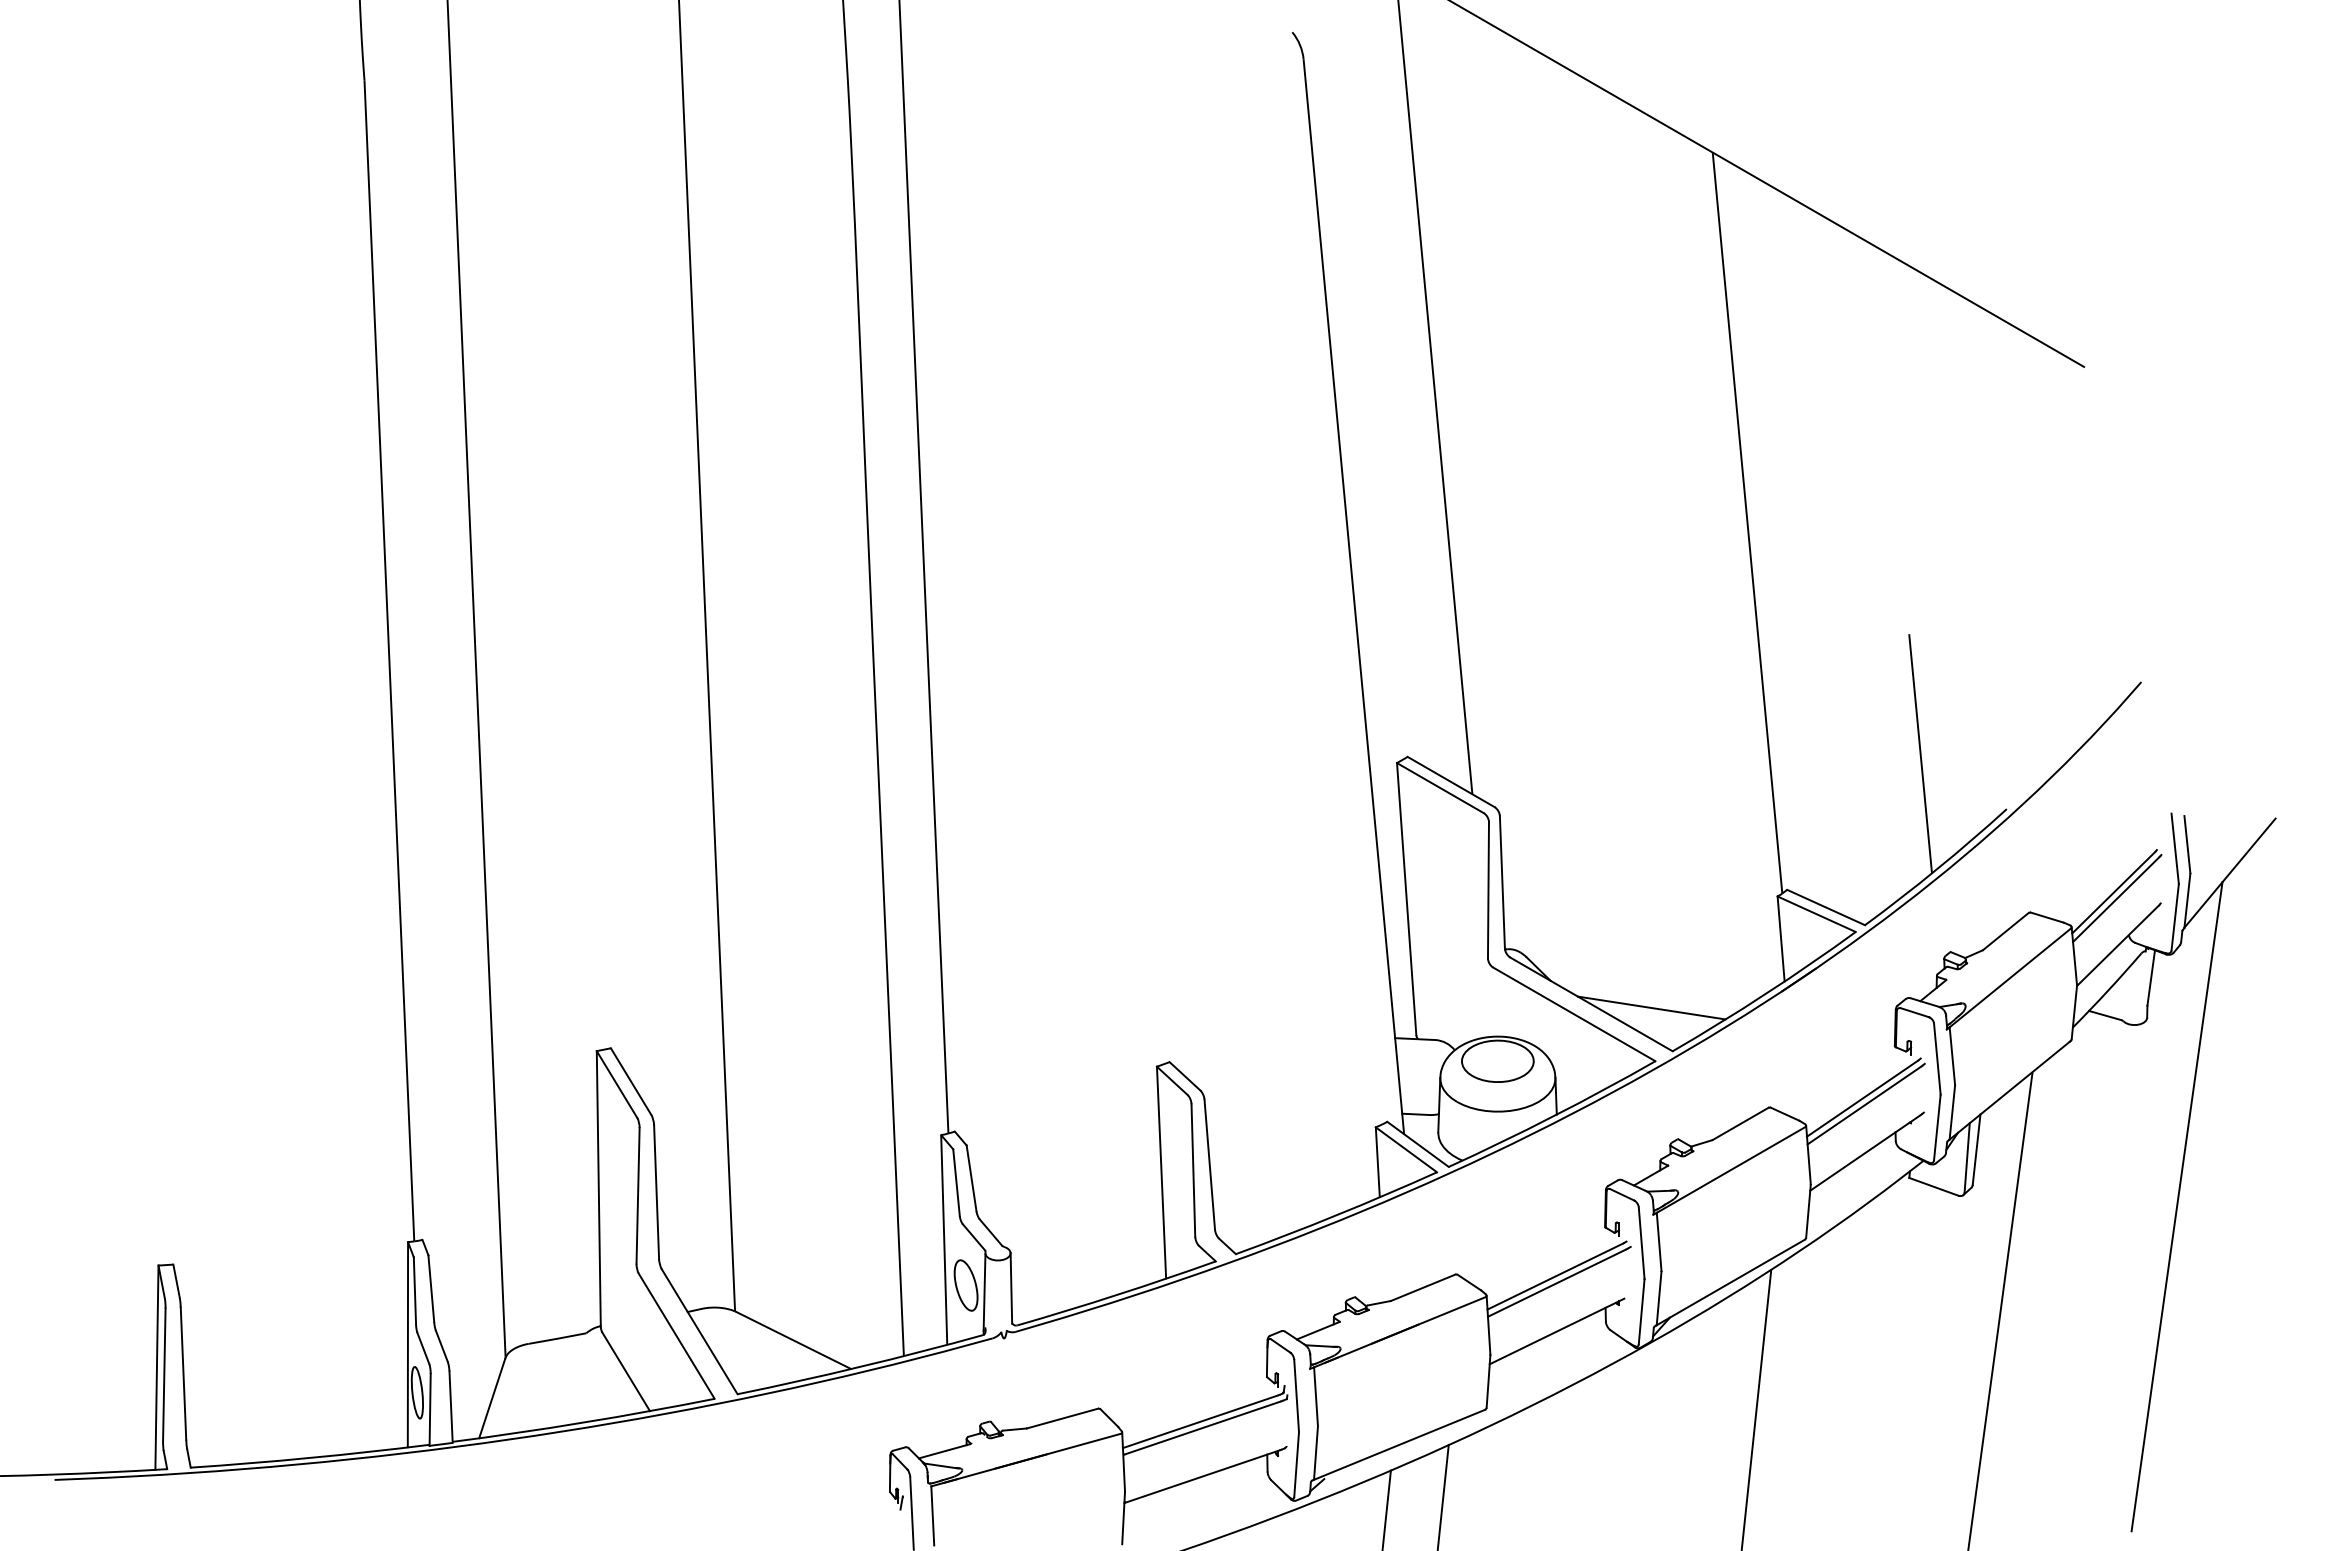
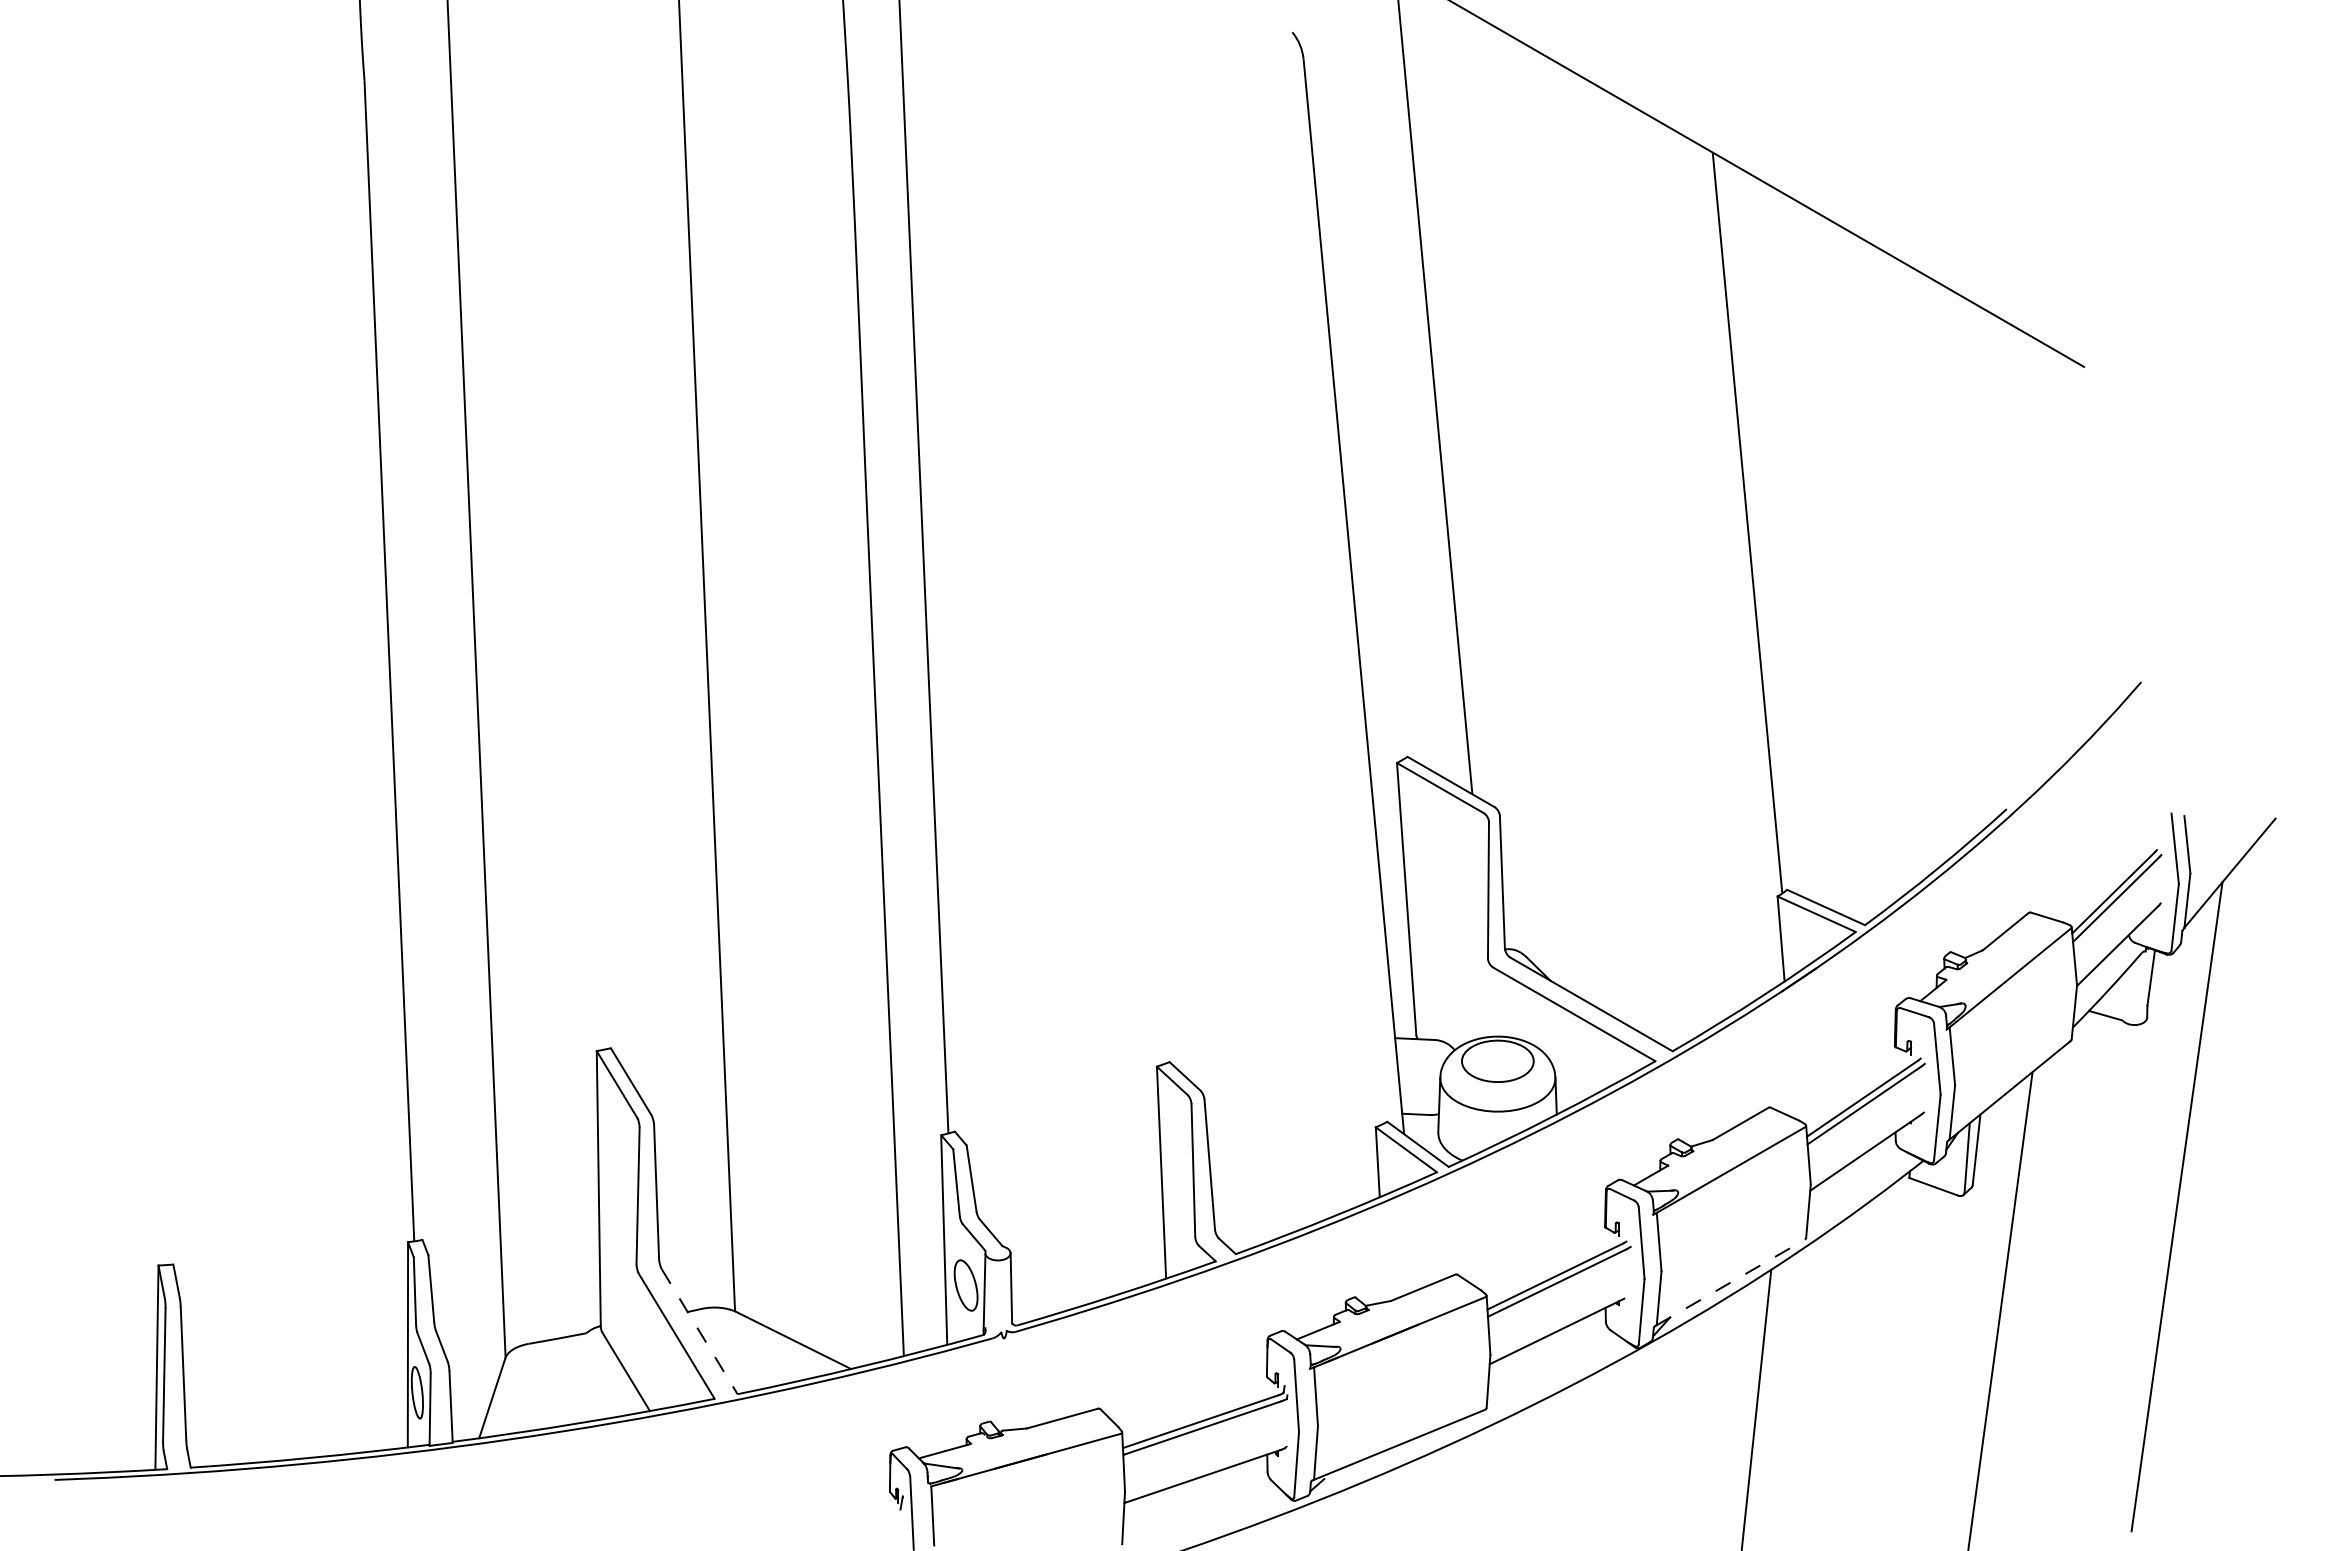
line at (1920, 753): present -> none
line at (1651, 1007): present -> none
line at (1730, 1282): solid -> dashed
line at (699, 1332): solid -> dashed
line at (1443, 1495): present -> none
line at (1386, 1508): present -> none
